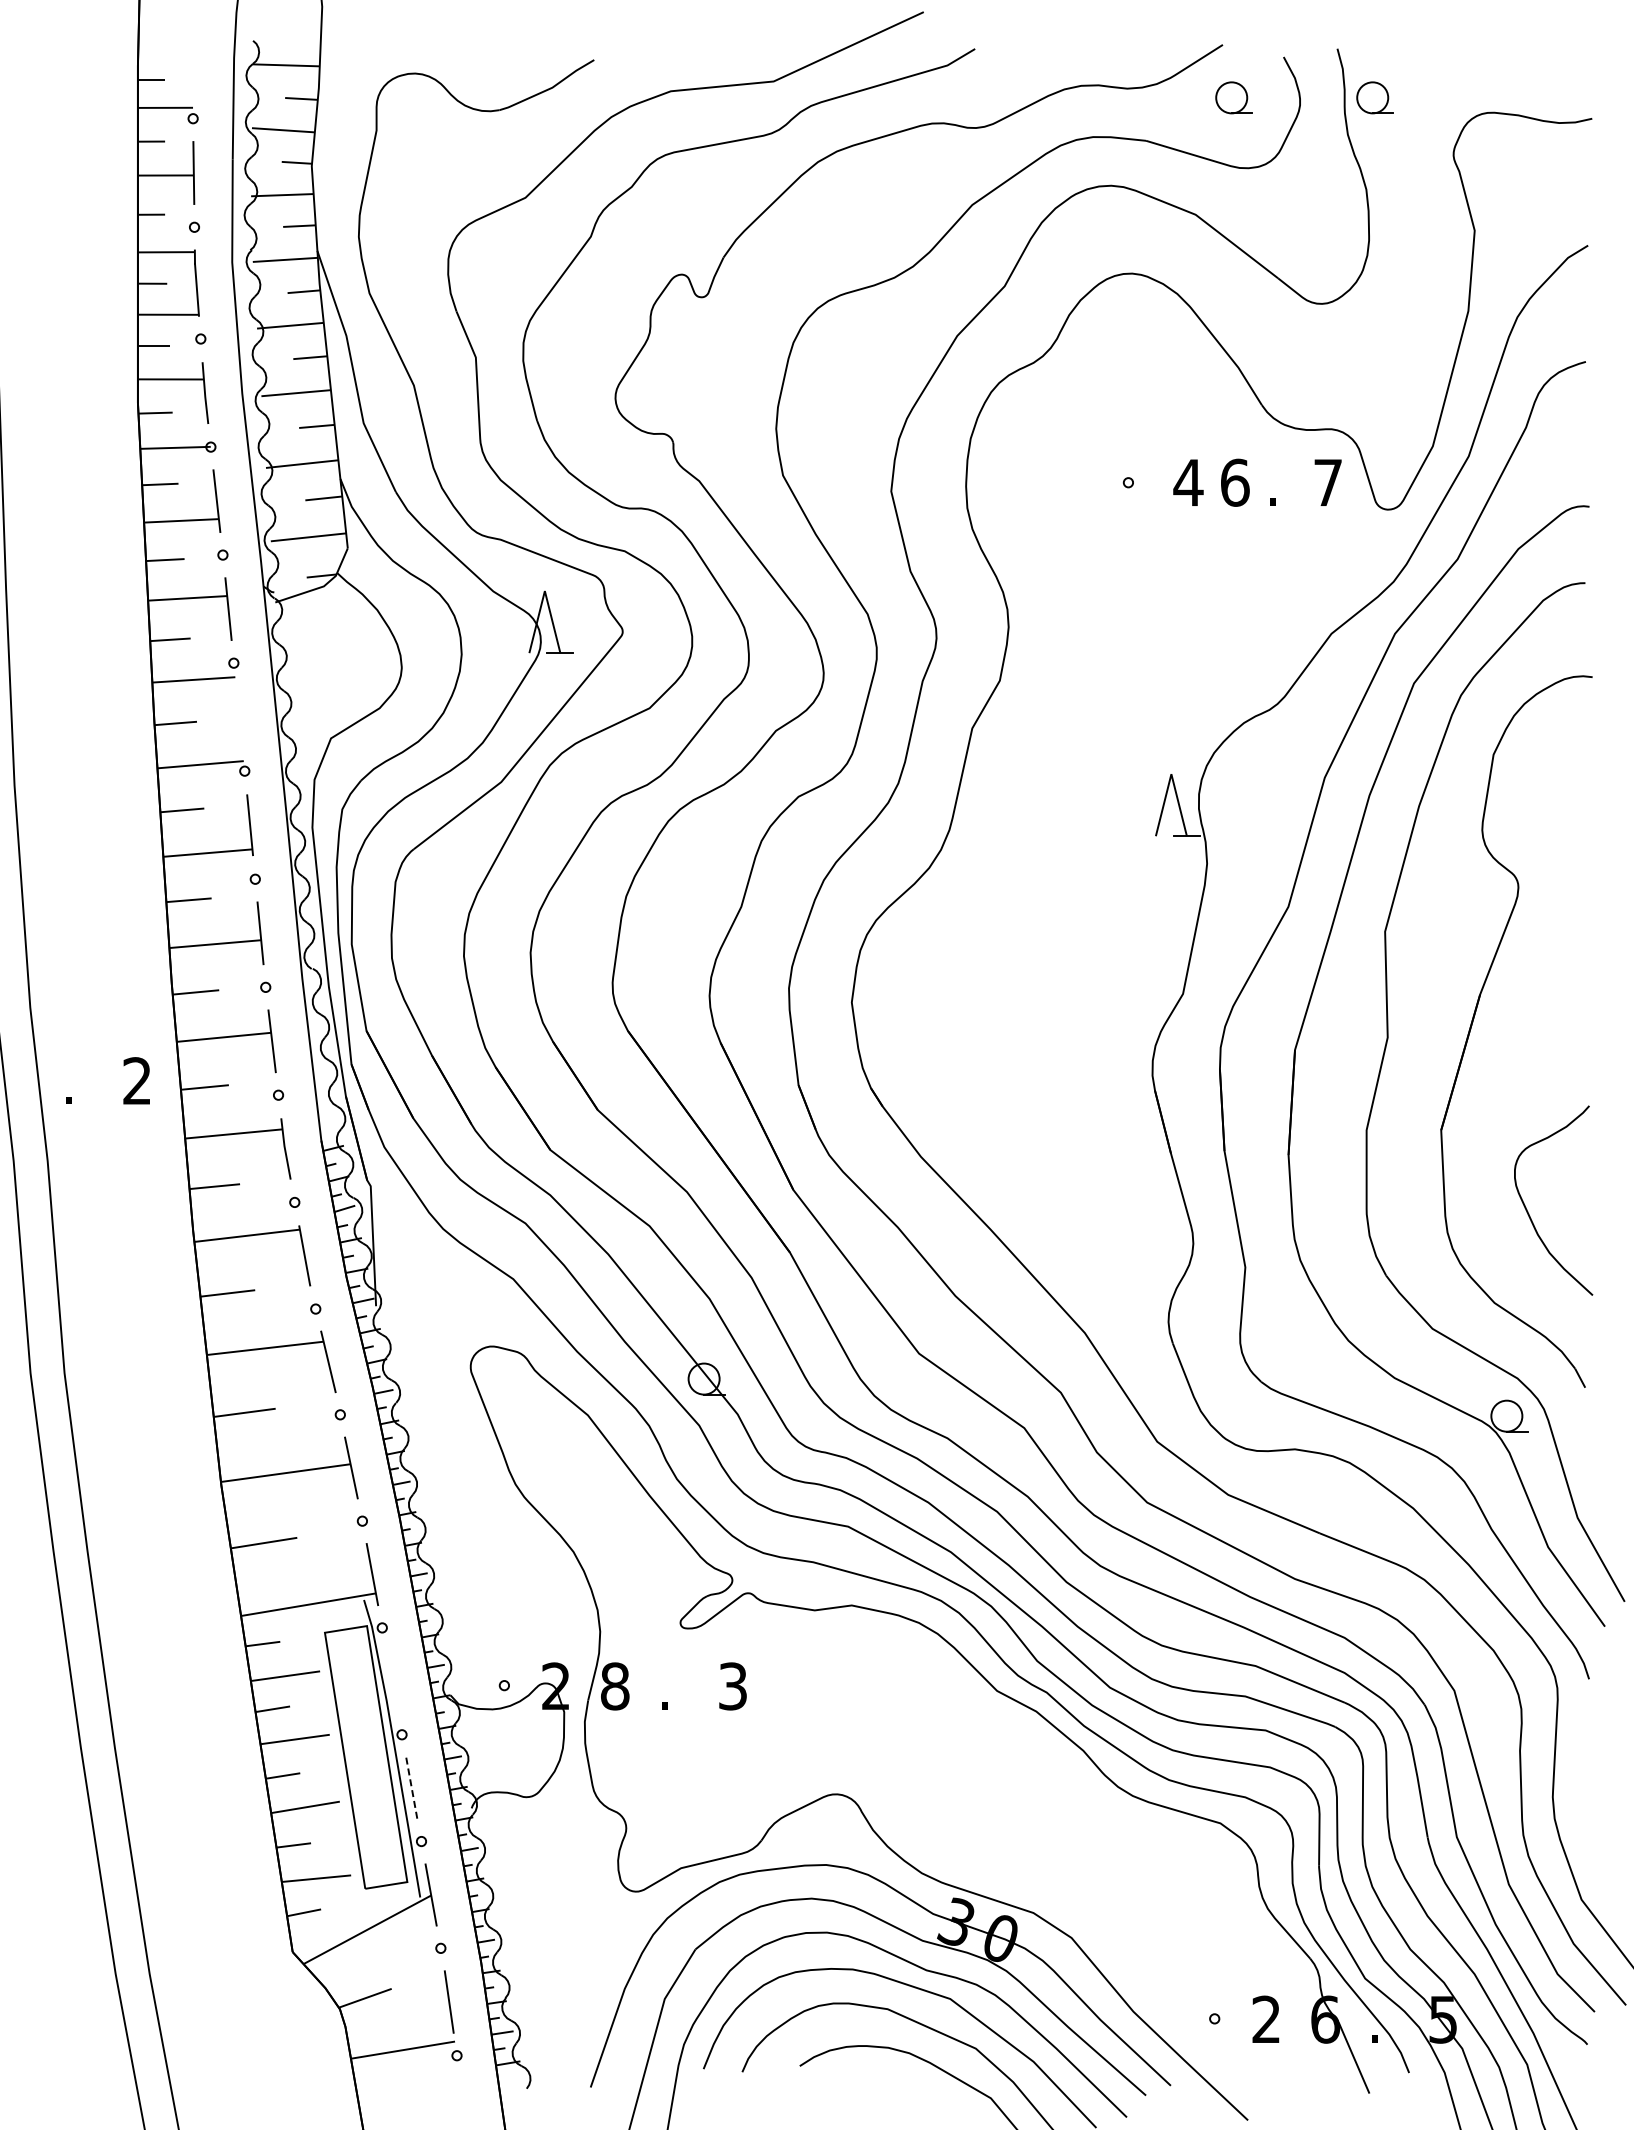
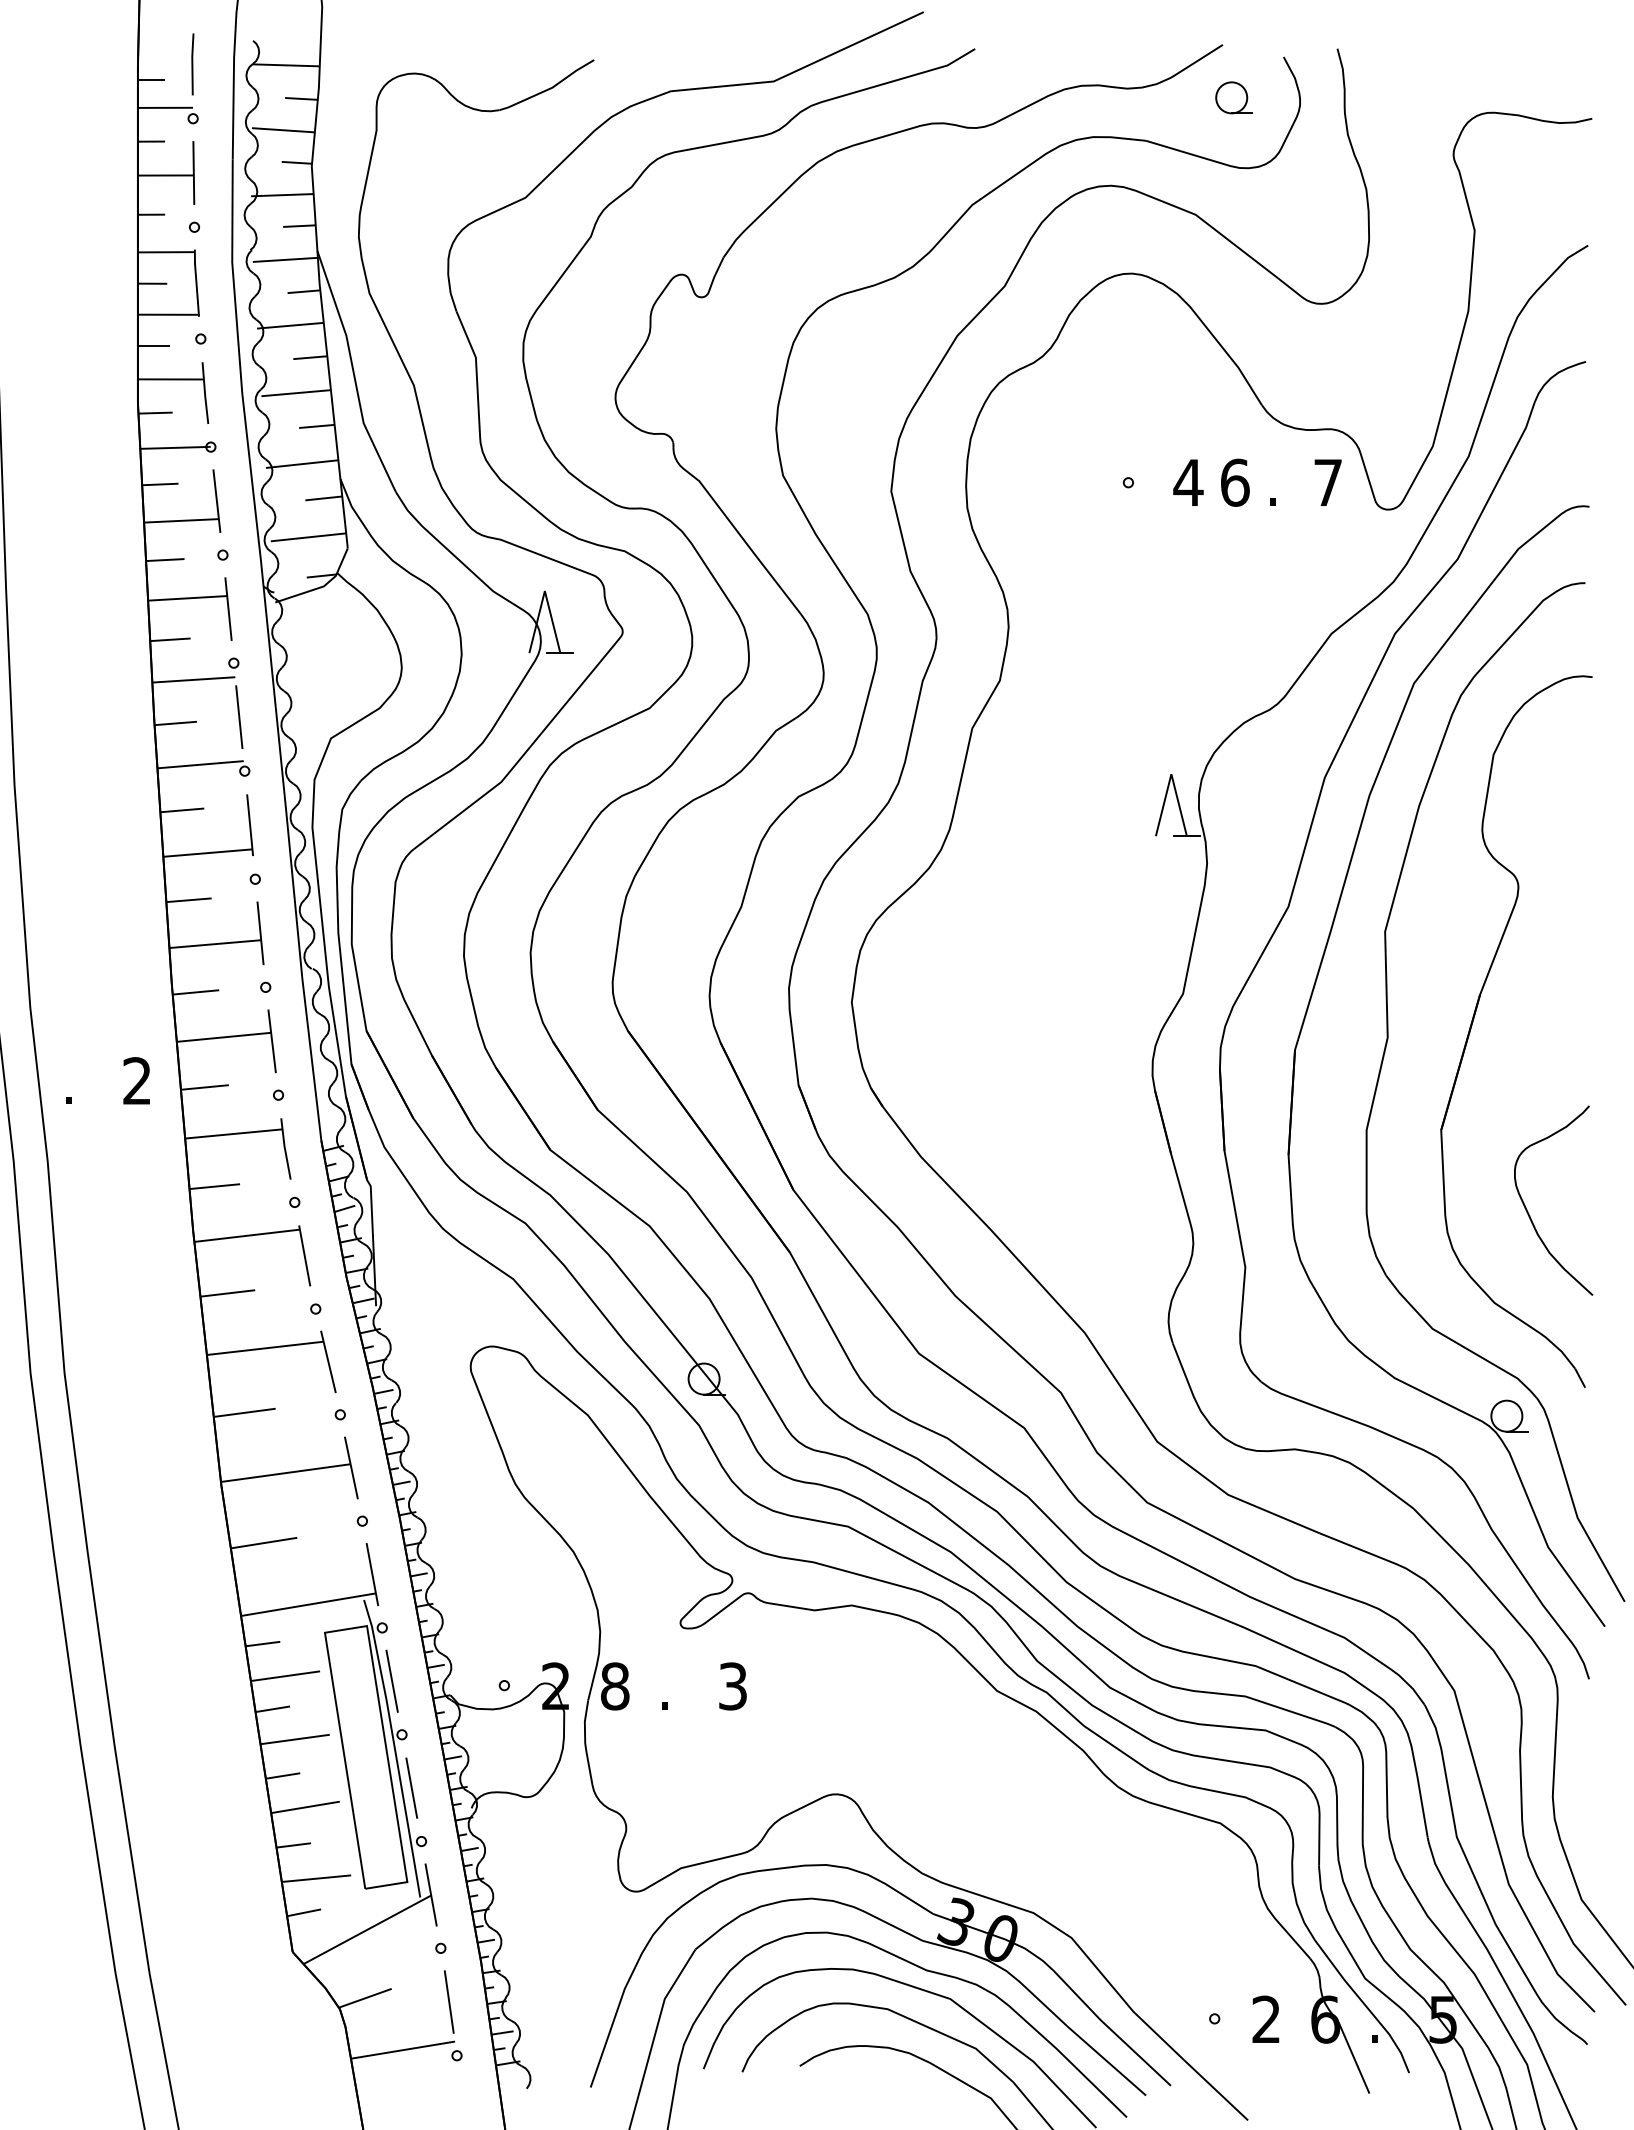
line at (192, 64): none -> present
part at (1374, 97): present -> none
line at (239, 717): none -> present
line at (391, 1680): none -> present
line at (411, 1787): dashed -> solid
